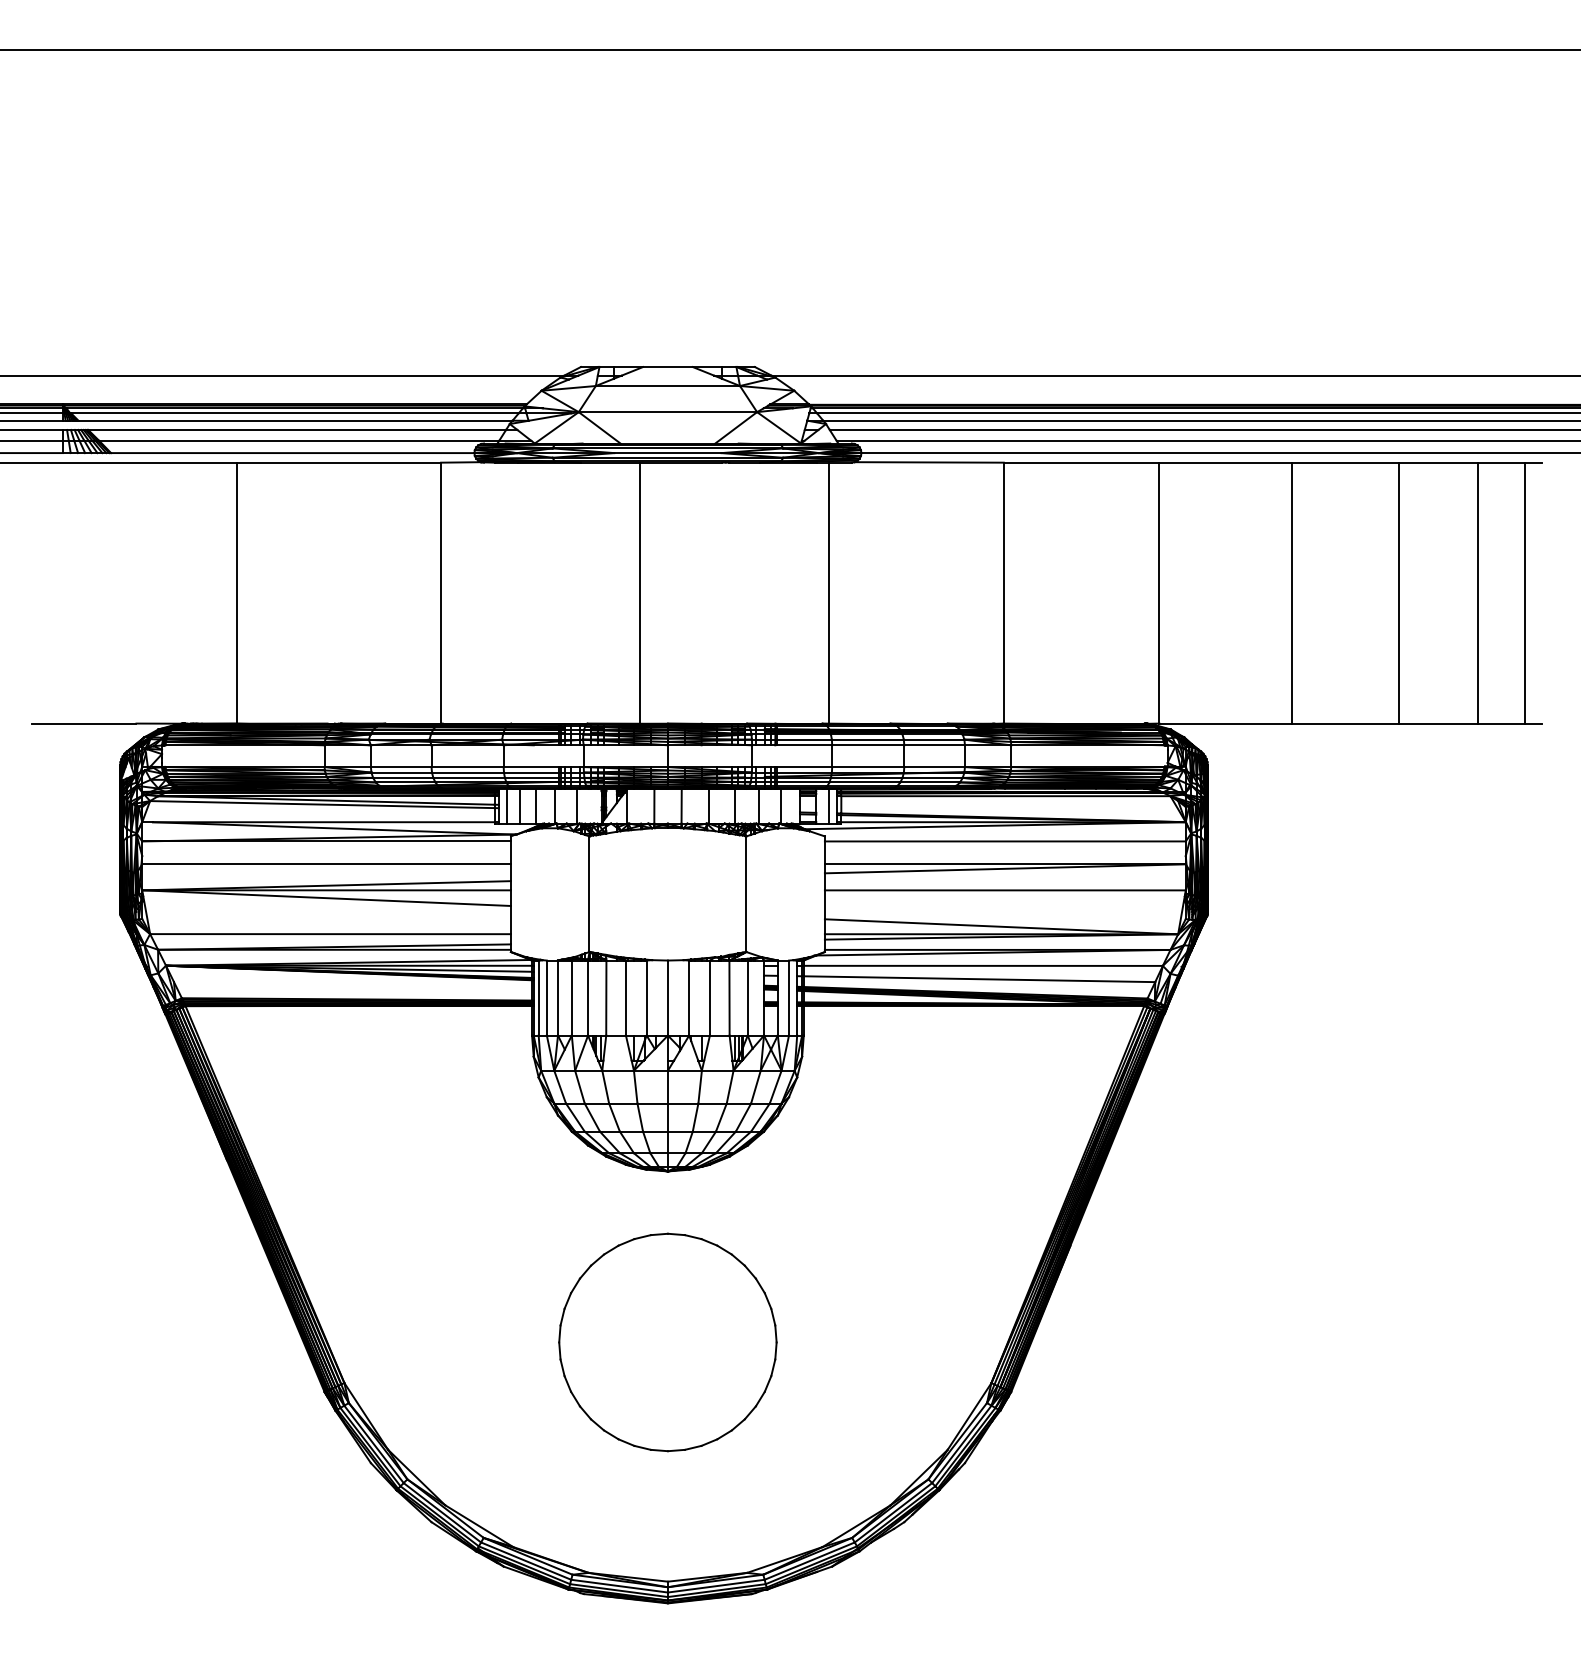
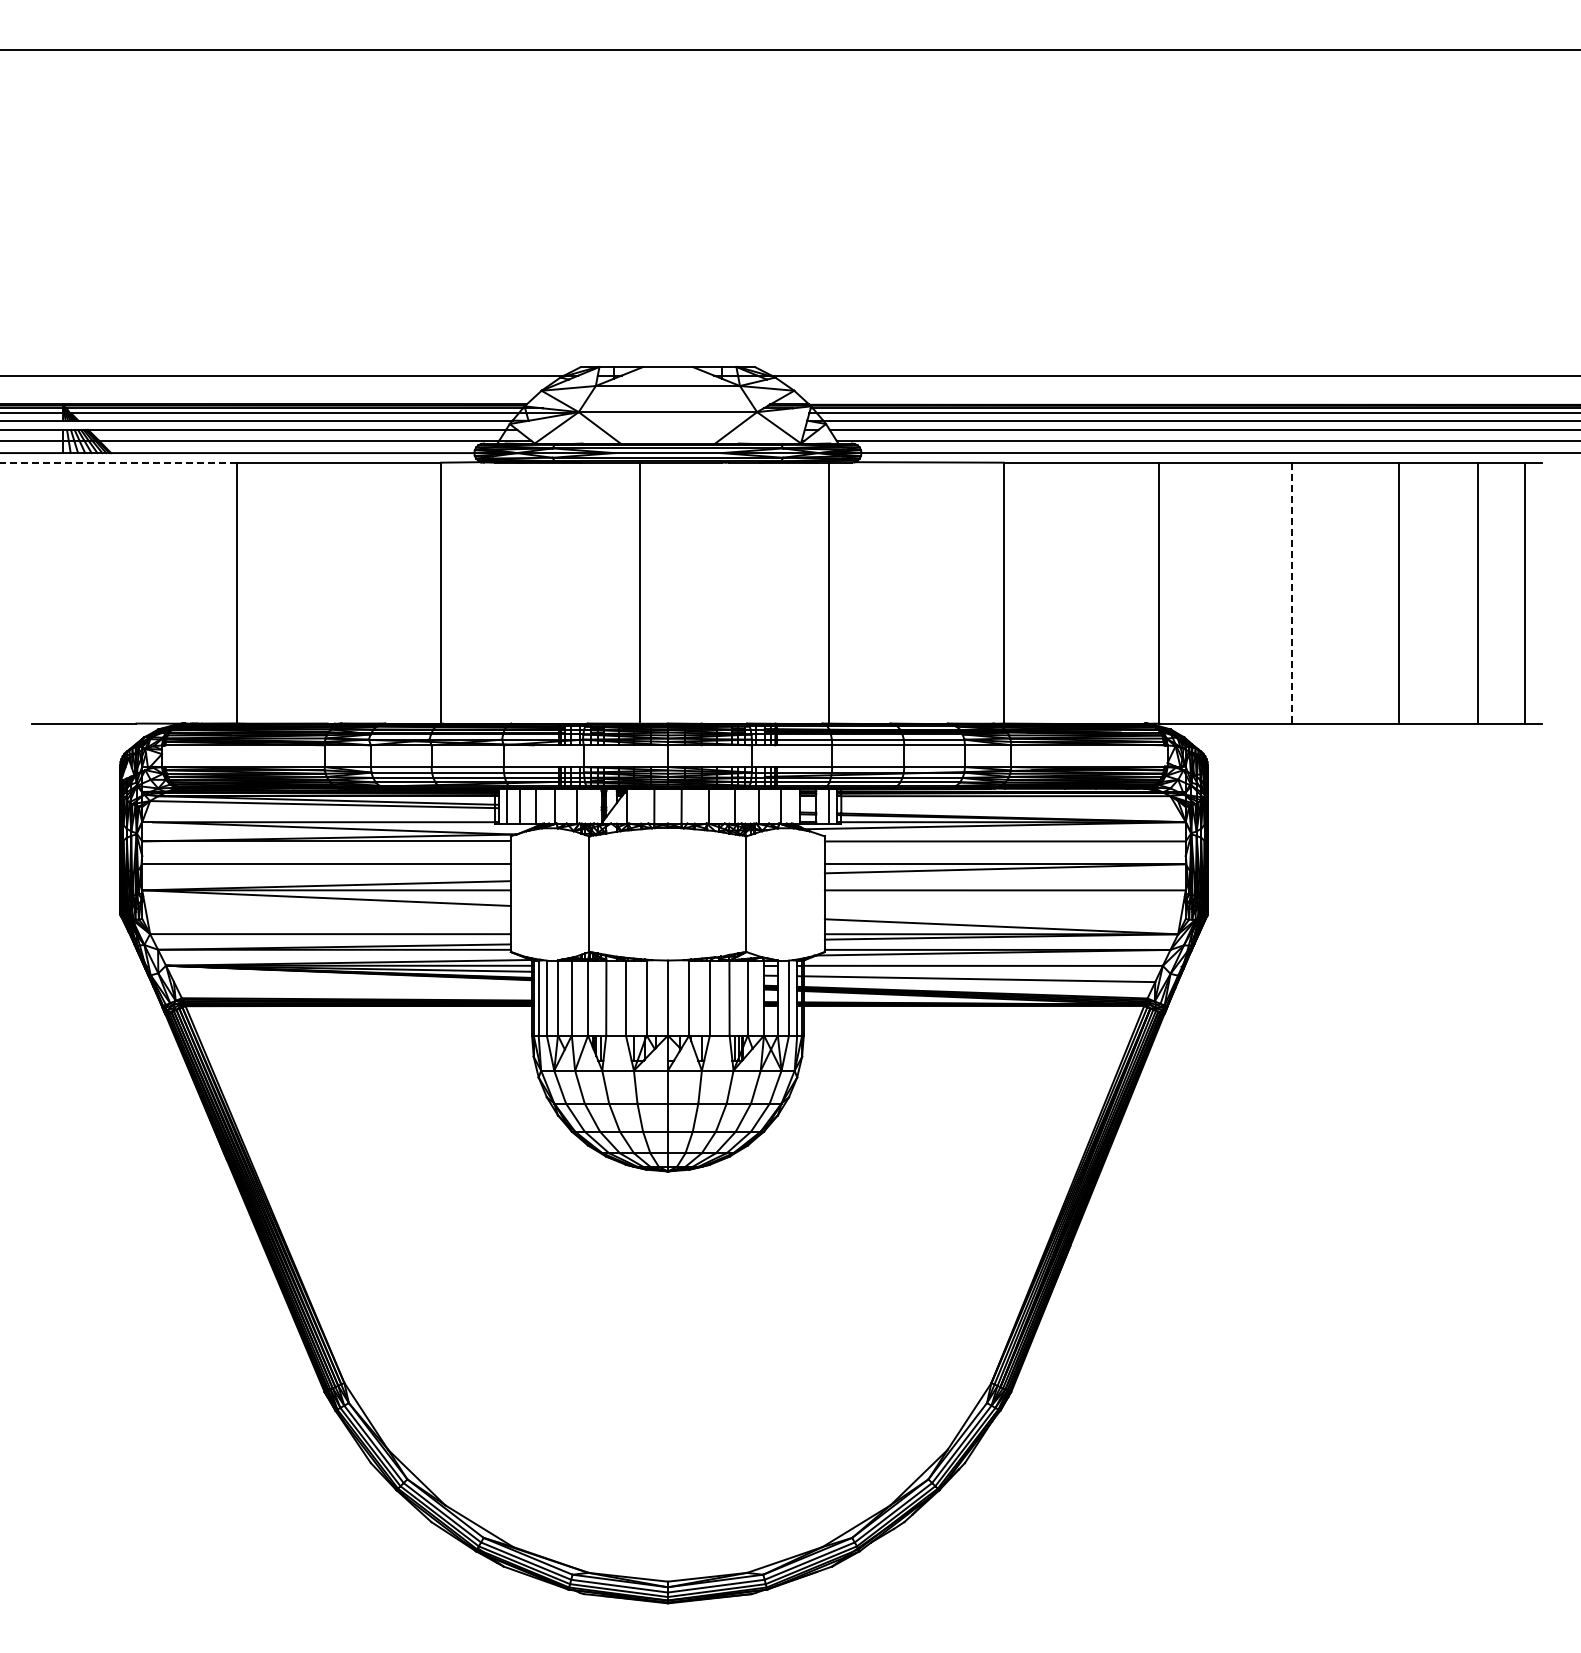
line at (119, 462): solid -> dashed
line at (1292, 593): solid -> dashed
part at (667, 1342): present -> none
